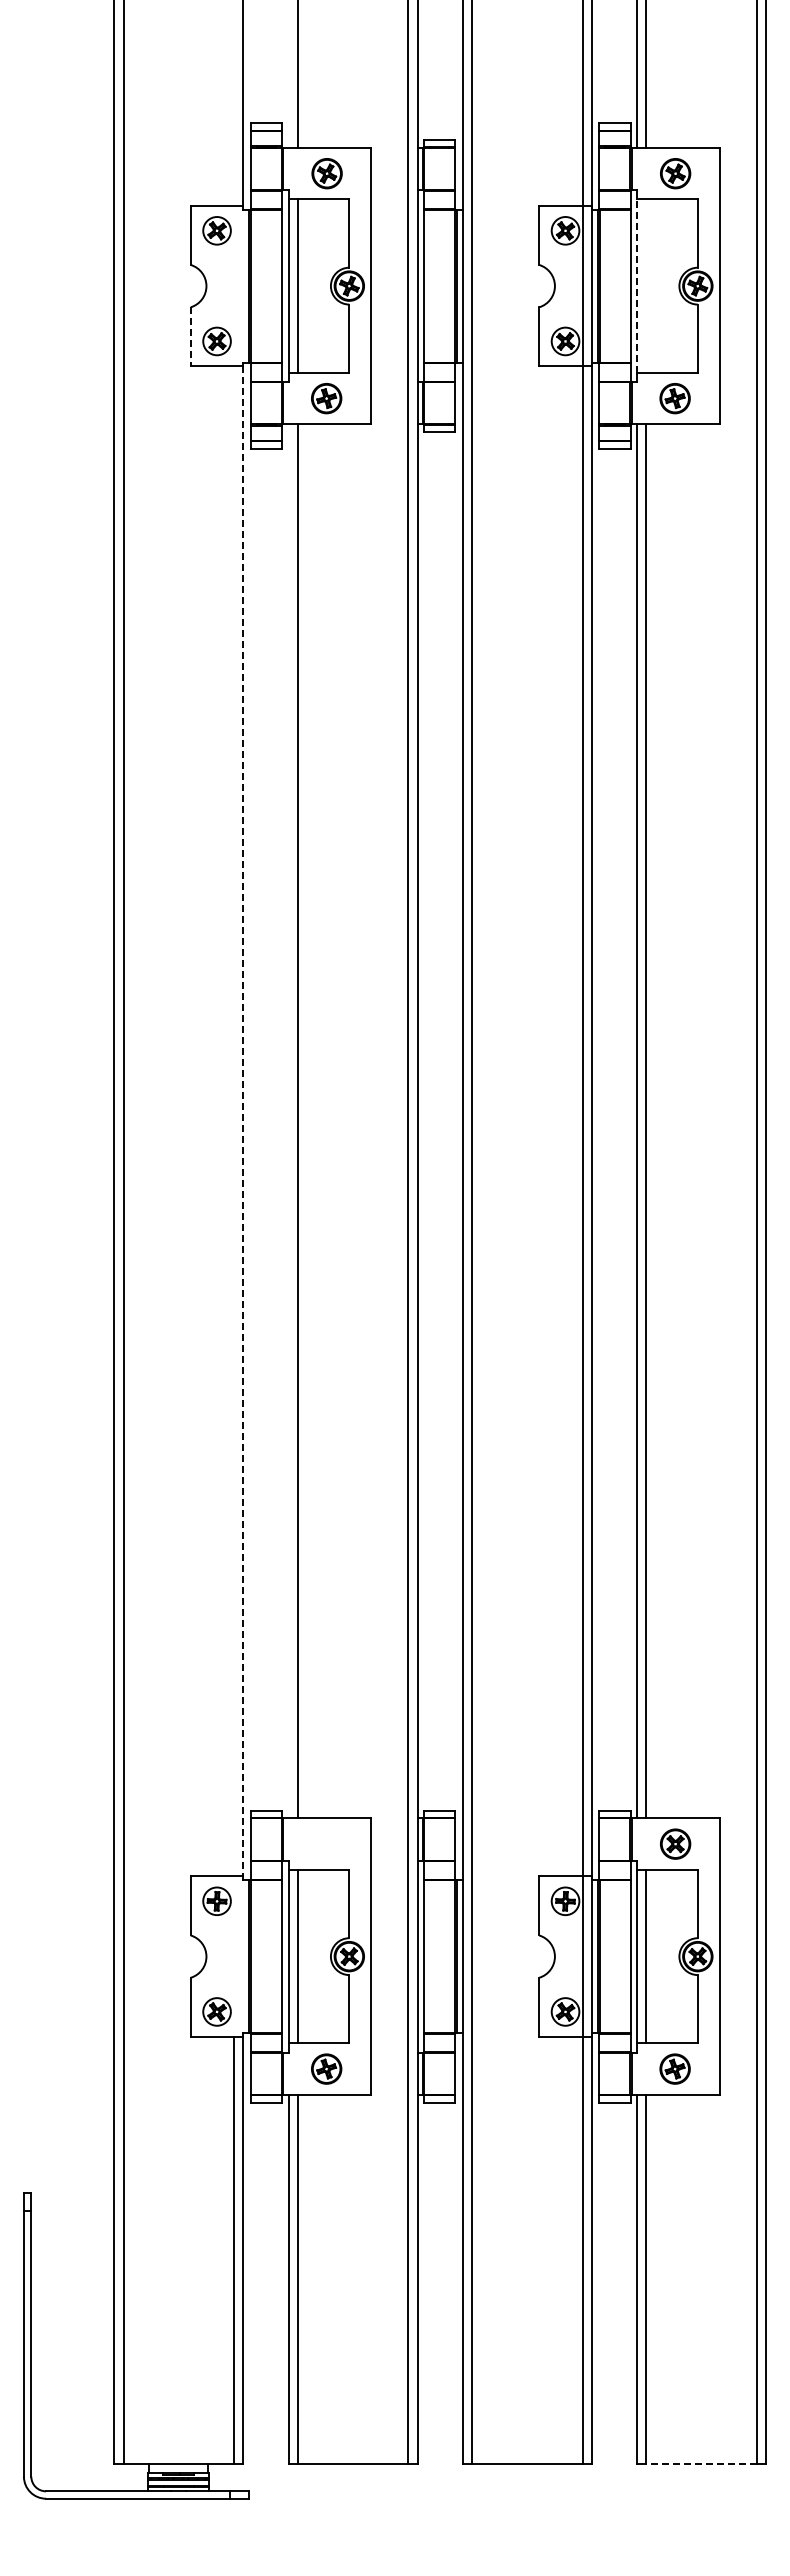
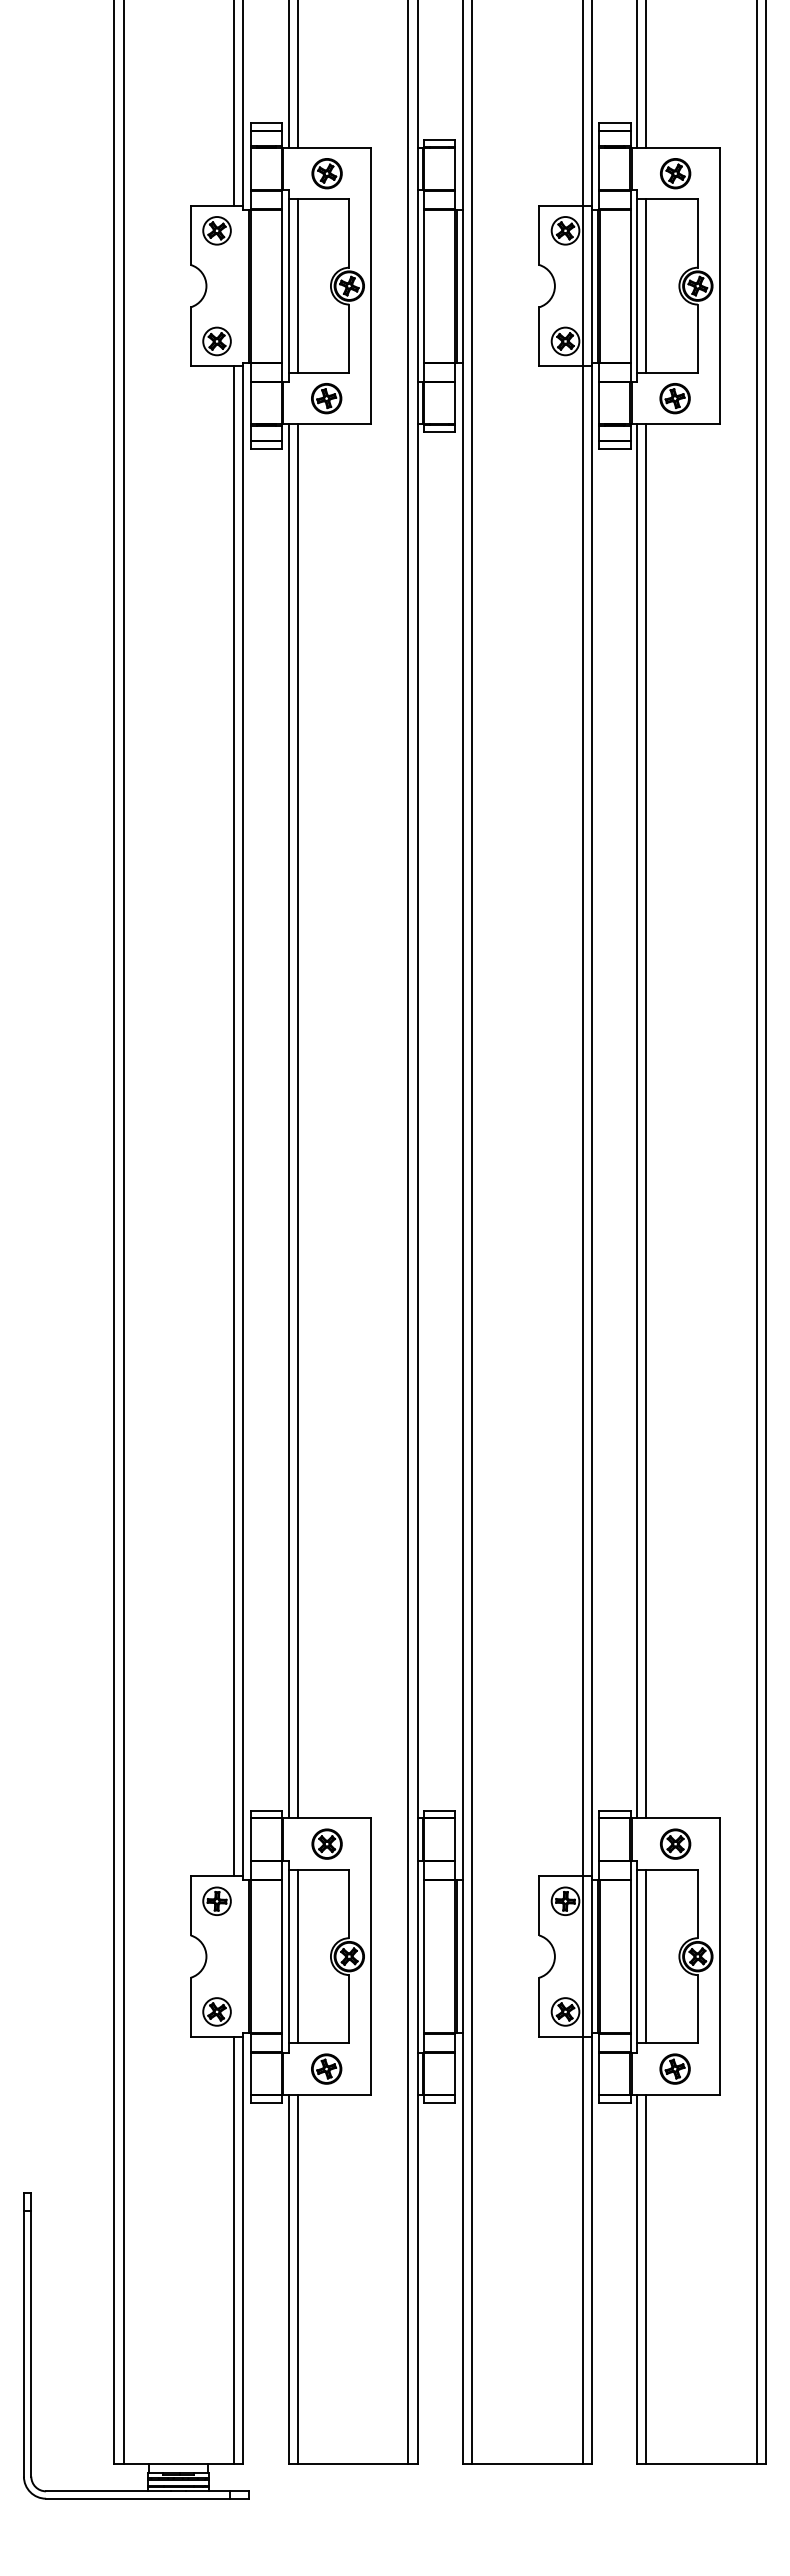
line at (288, 74): none -> present
line at (234, 103): none -> present
line at (646, 285): none -> present
line at (636, 286): dashed -> solid
line at (190, 336): dashed -> solid
line at (234, 1121): none -> present
line at (243, 1121): dashed -> solid
line at (288, 1121): none -> present
part at (326, 1843): none -> present
line at (701, 2463): dashed -> solid
